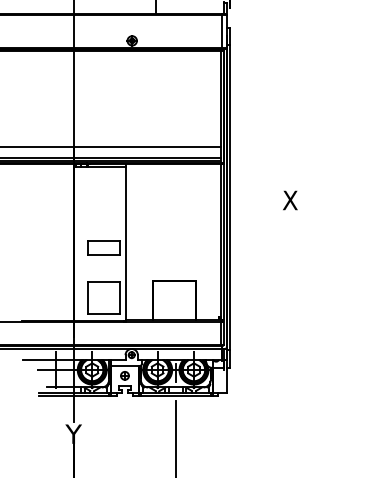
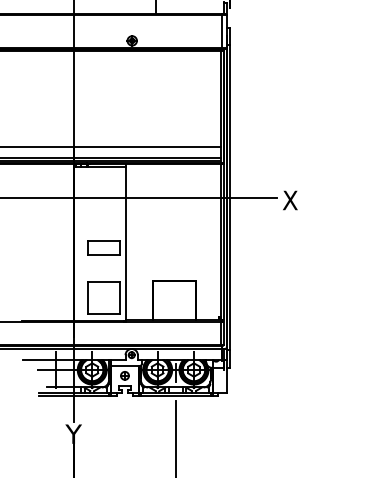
line at (139, 197): none -> present
